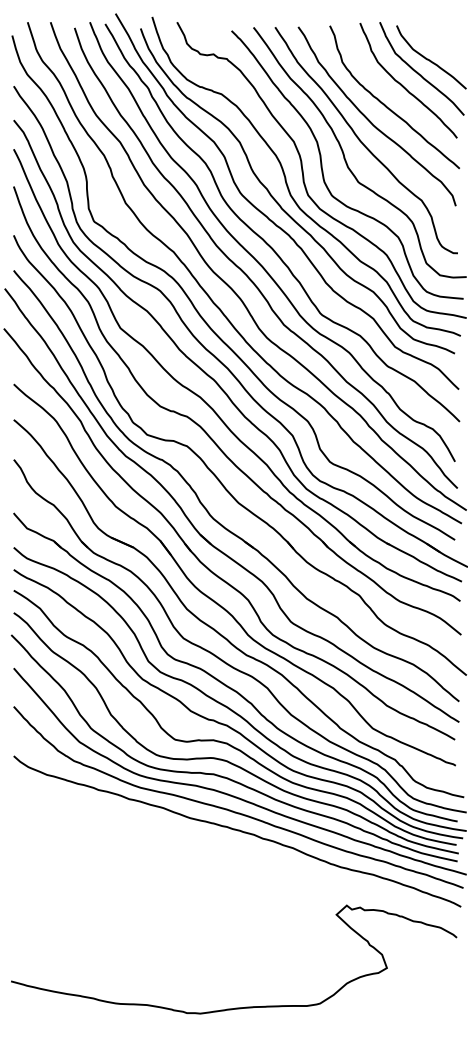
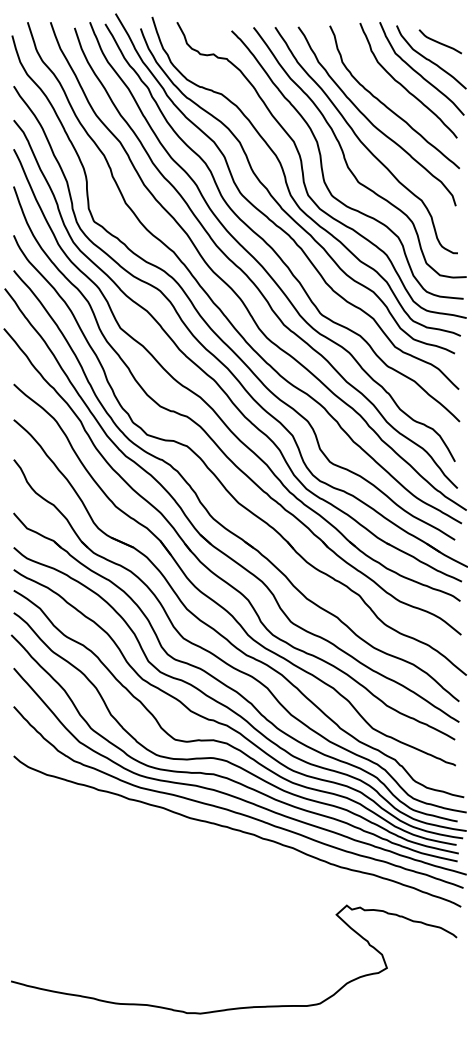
curve at (438, 41): none -> present
